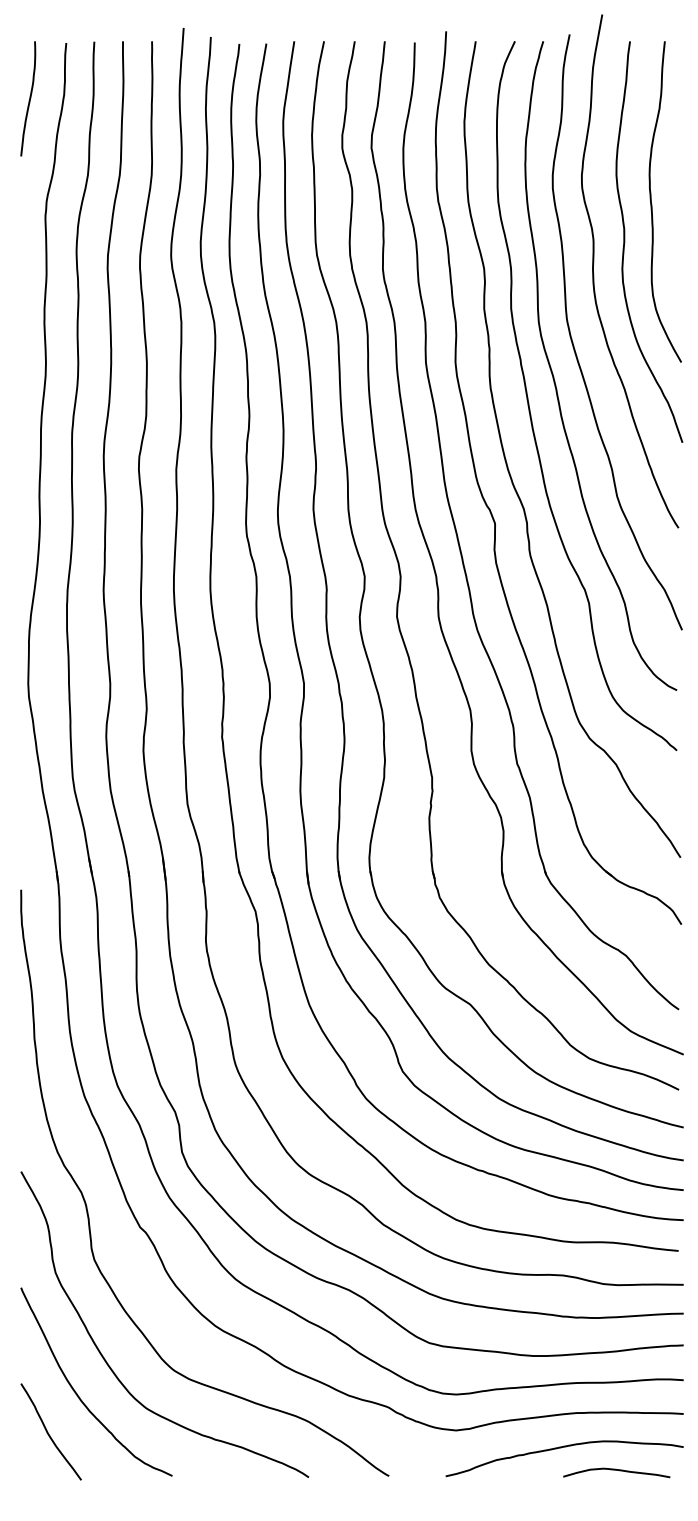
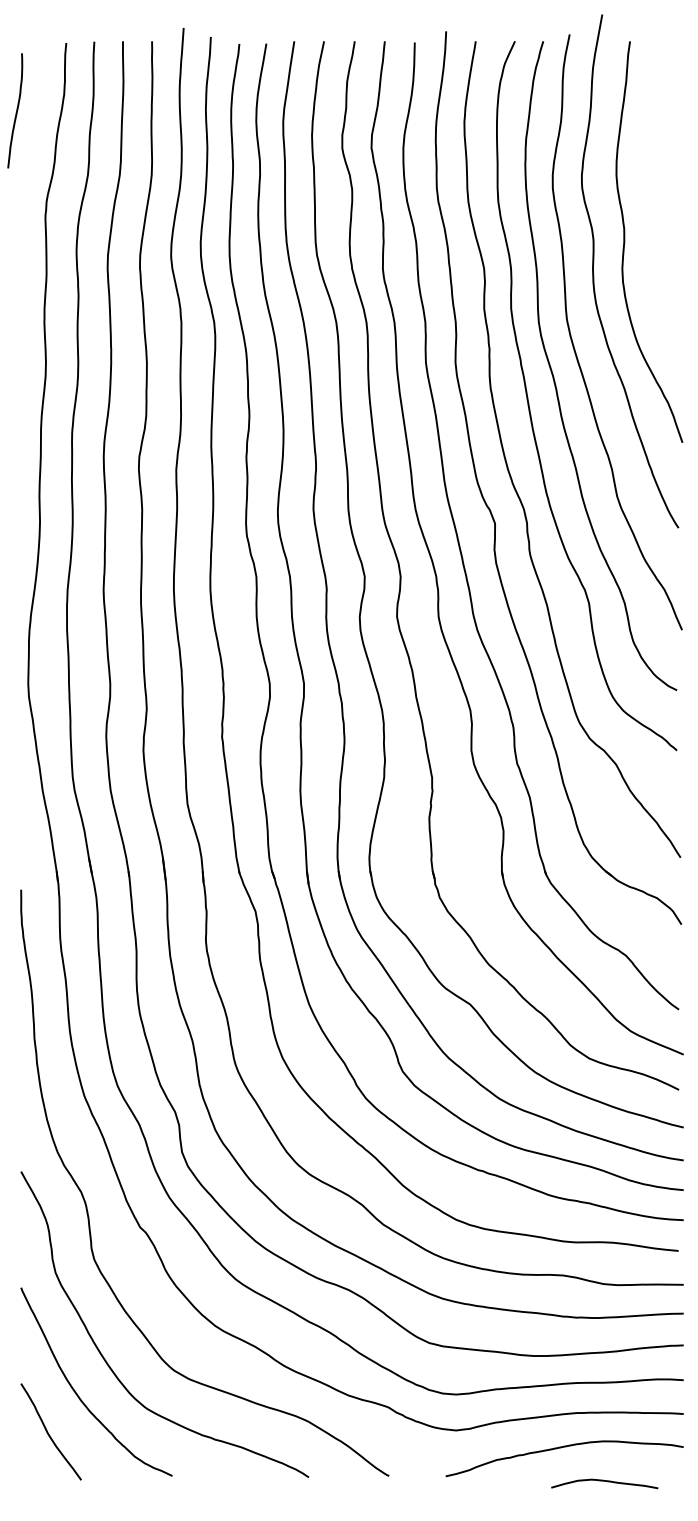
curve at (29, 98) position: (29, 98) -> (16, 110)
curve at (652, 204): present -> none
curve at (616, 1470) position: (616, 1470) -> (604, 1481)
